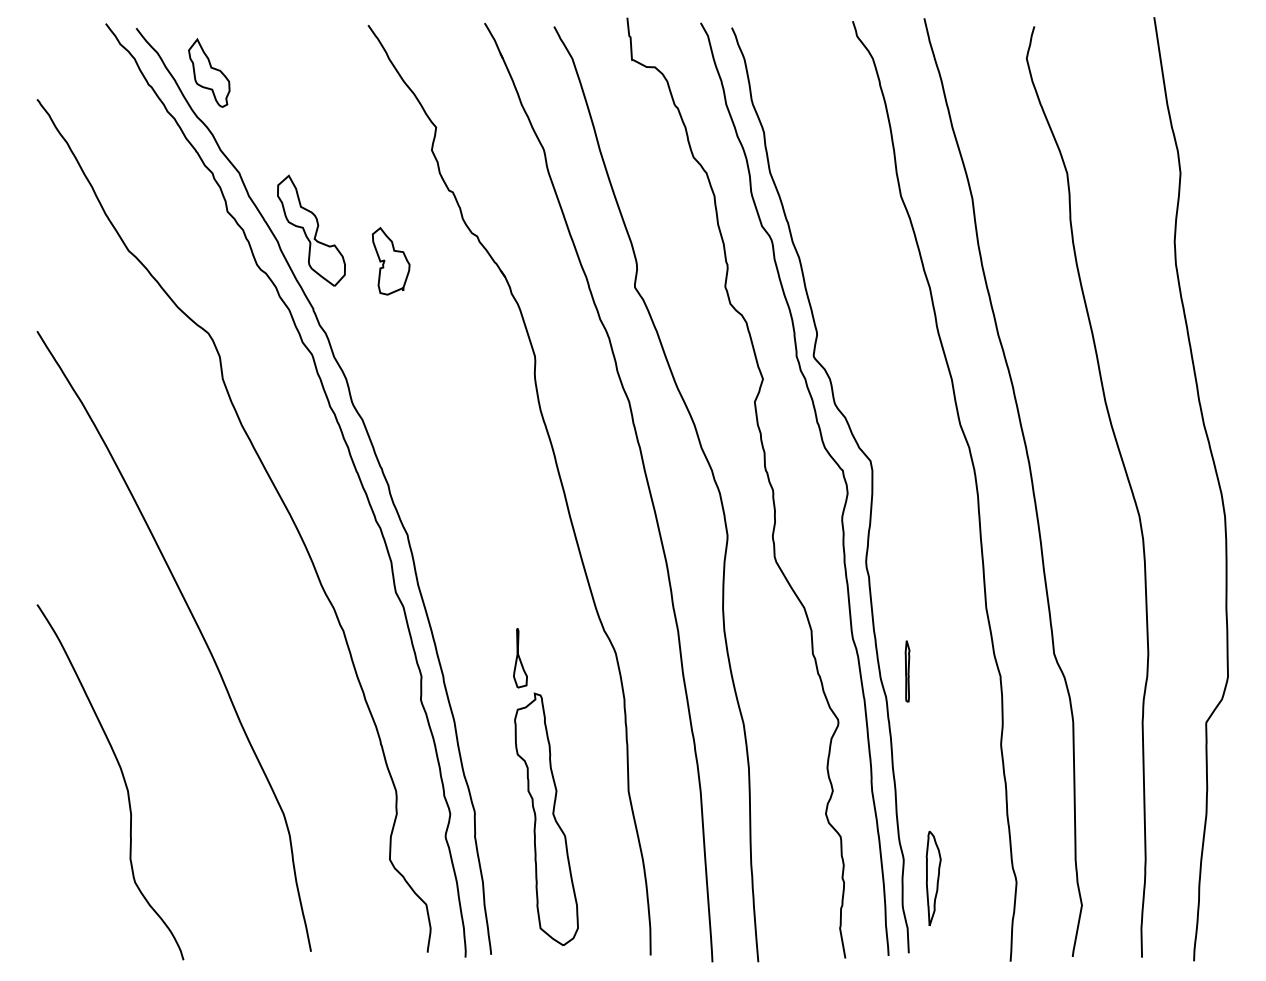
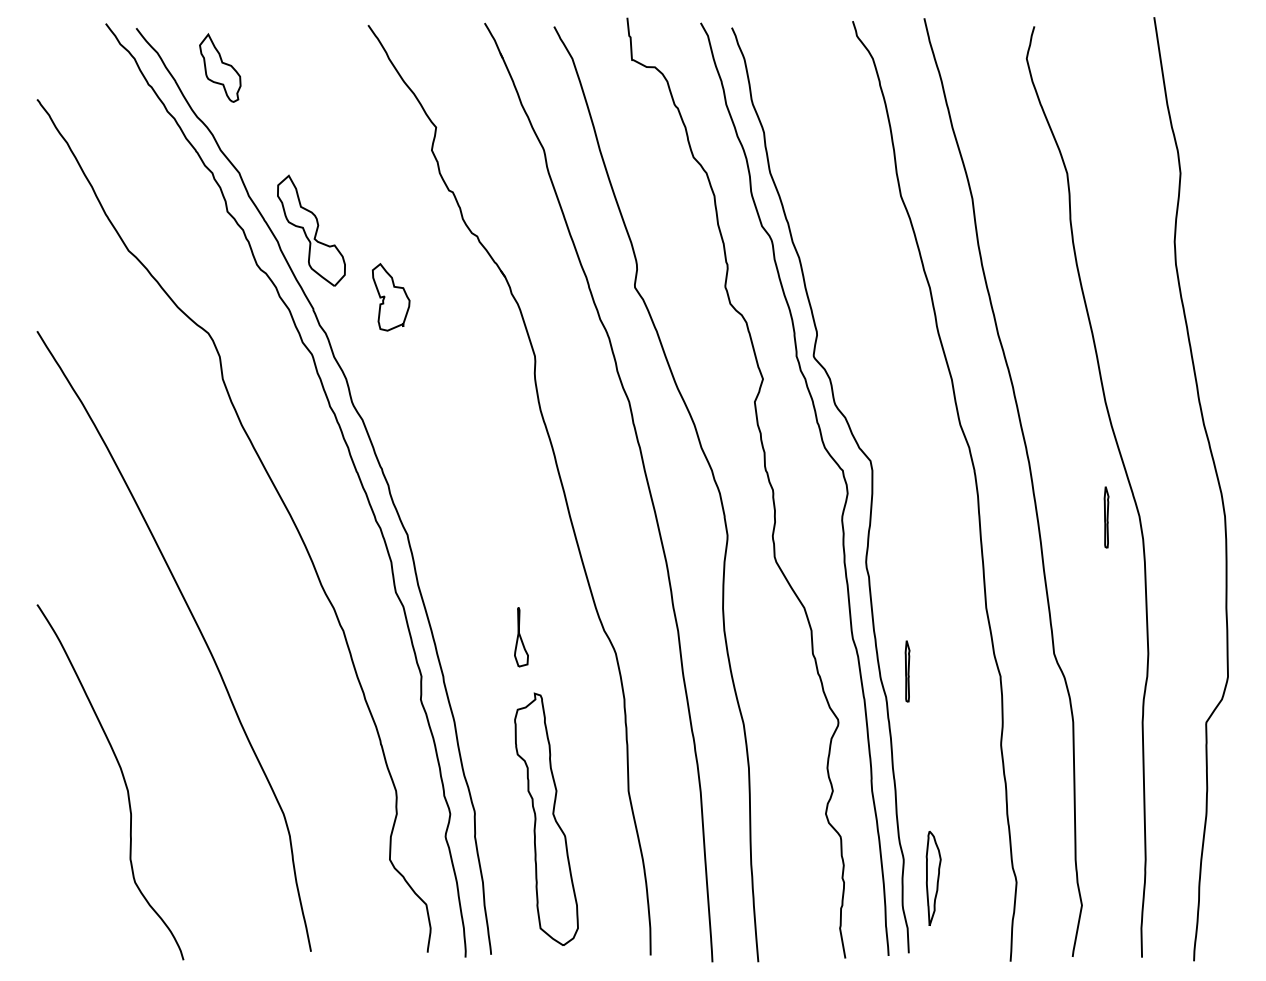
part at (209, 72) position: (209, 72) -> (220, 67)
part at (391, 261) position: (391, 261) -> (391, 297)
part at (1106, 517): none -> present
part at (520, 658) position: (520, 658) -> (521, 637)
